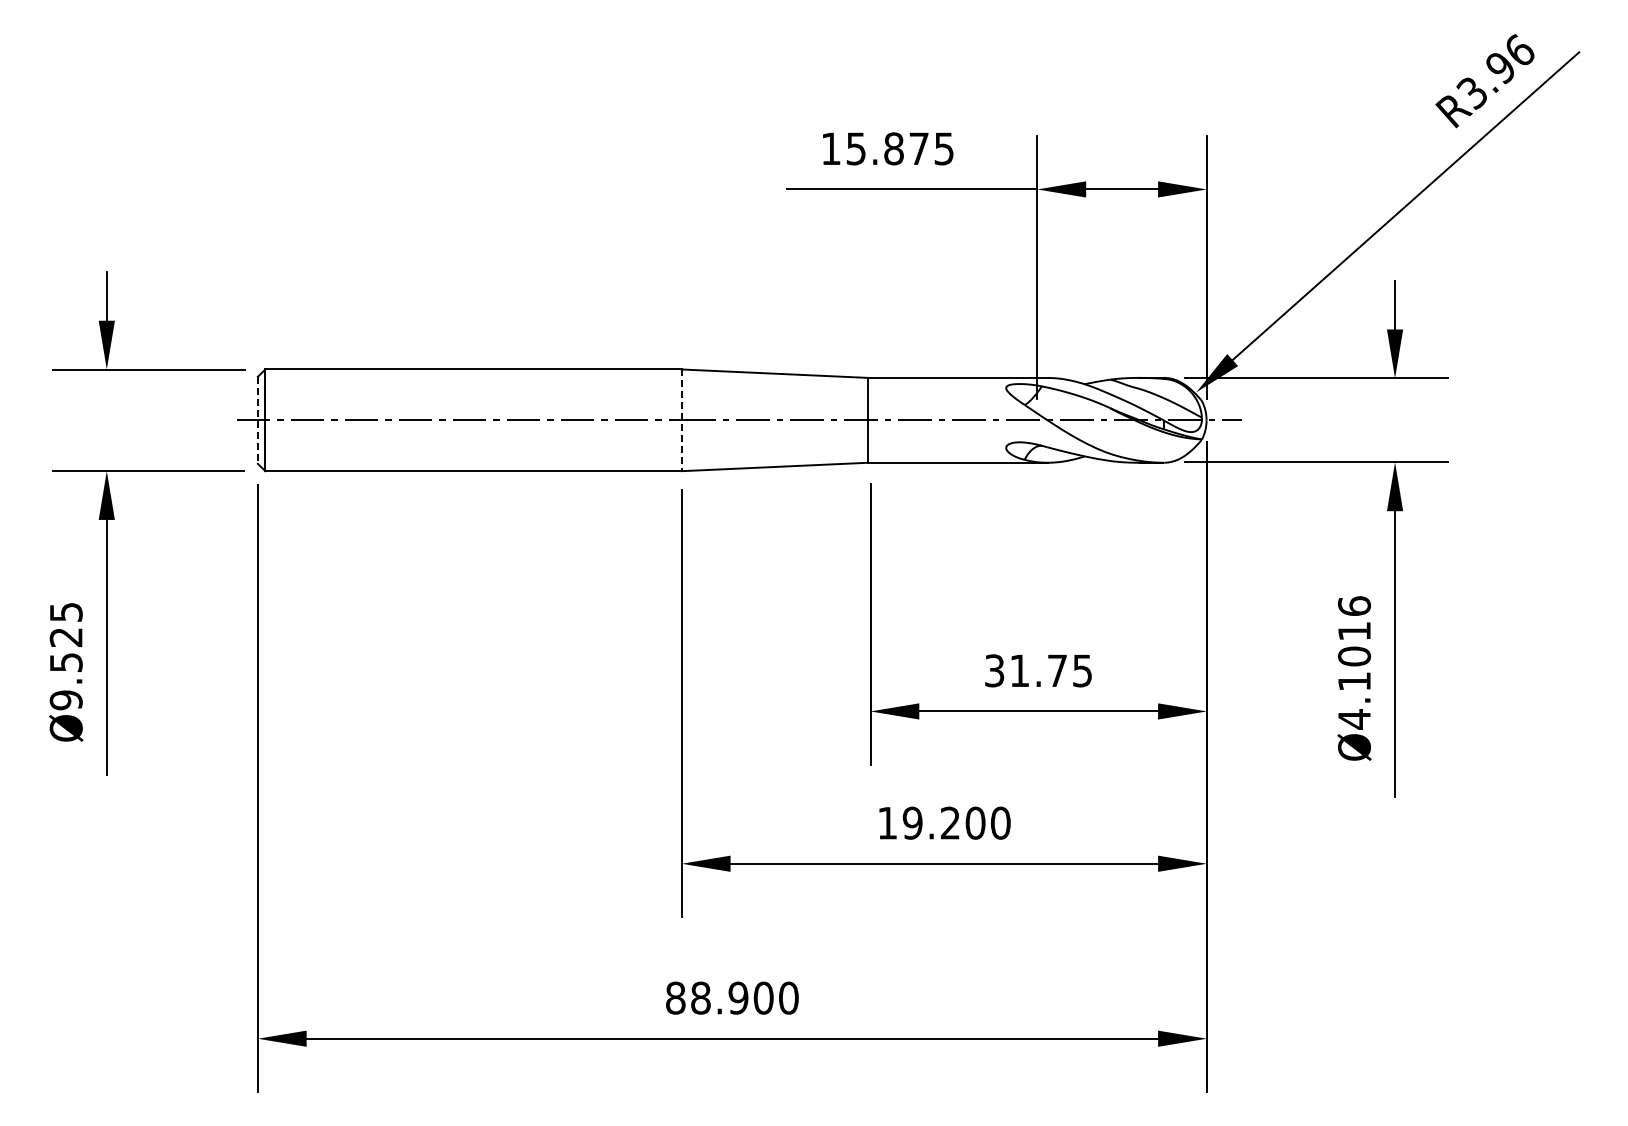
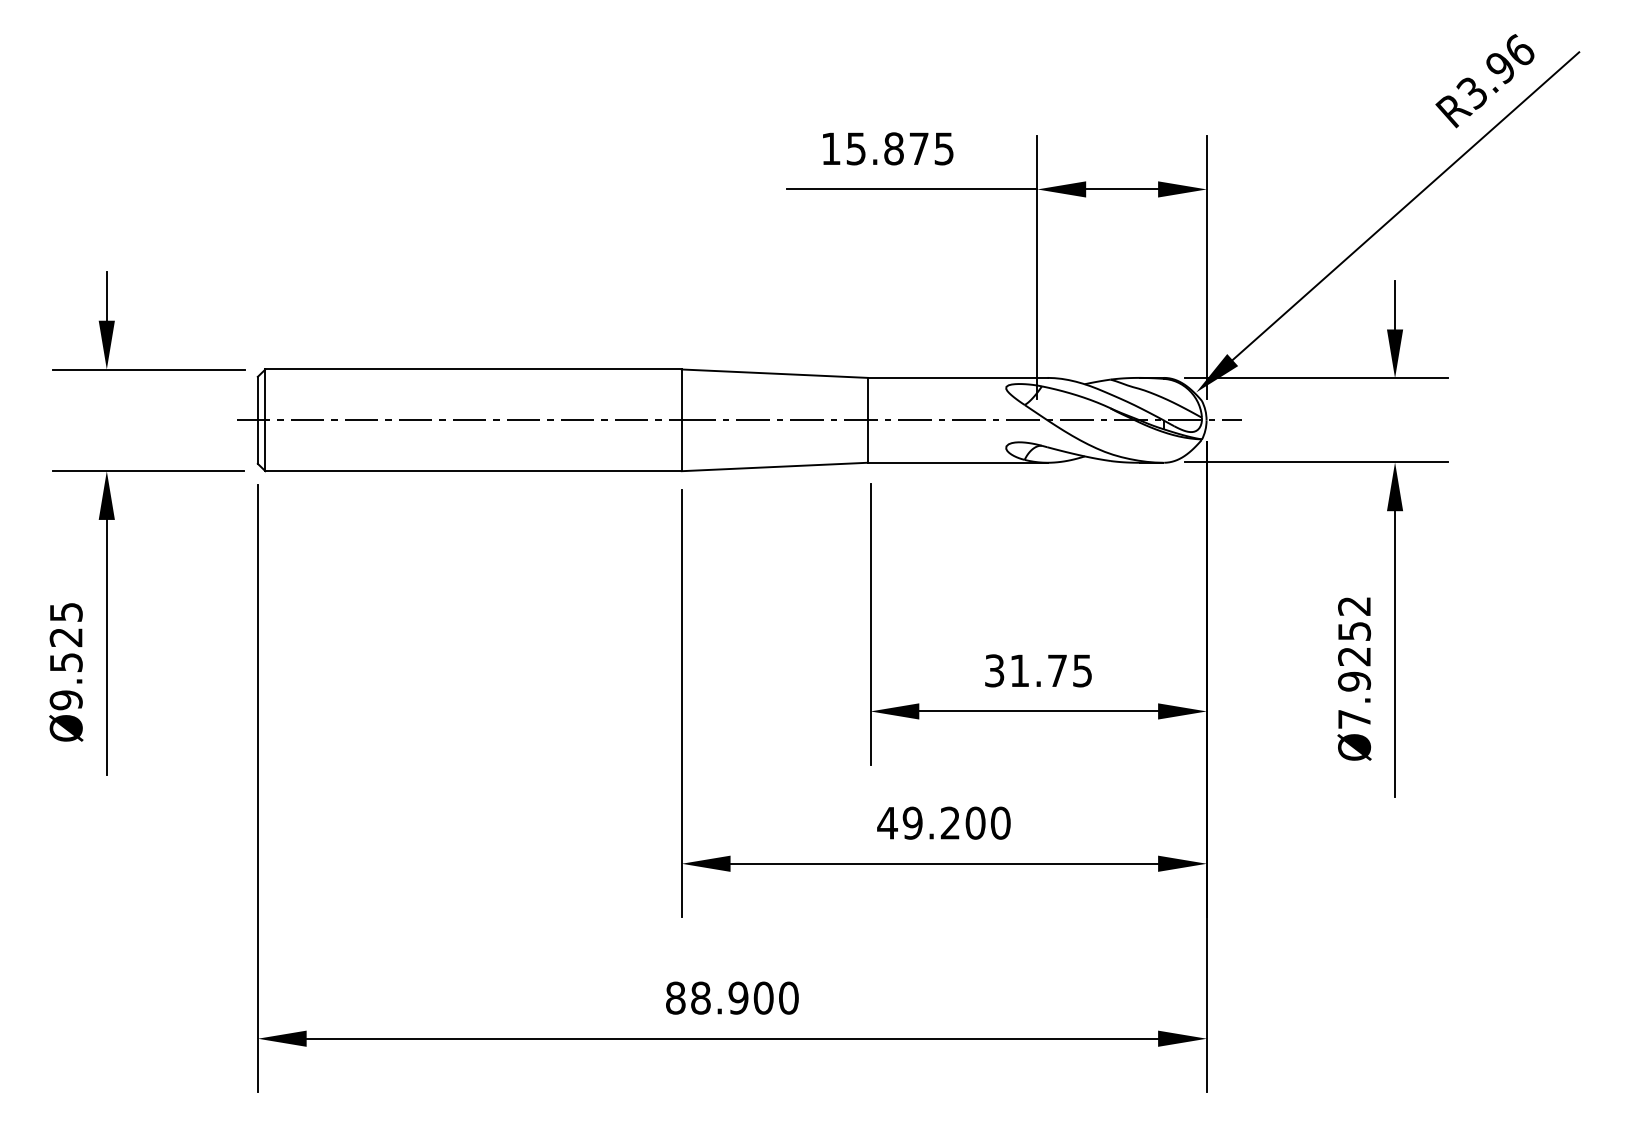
line at (257, 420): dashed -> solid
line at (681, 420): dashed -> solid
text at (1354, 662): Ø4.1016 -> Ø7.9252
text at (887, 823): 19.200 -> 49.200
